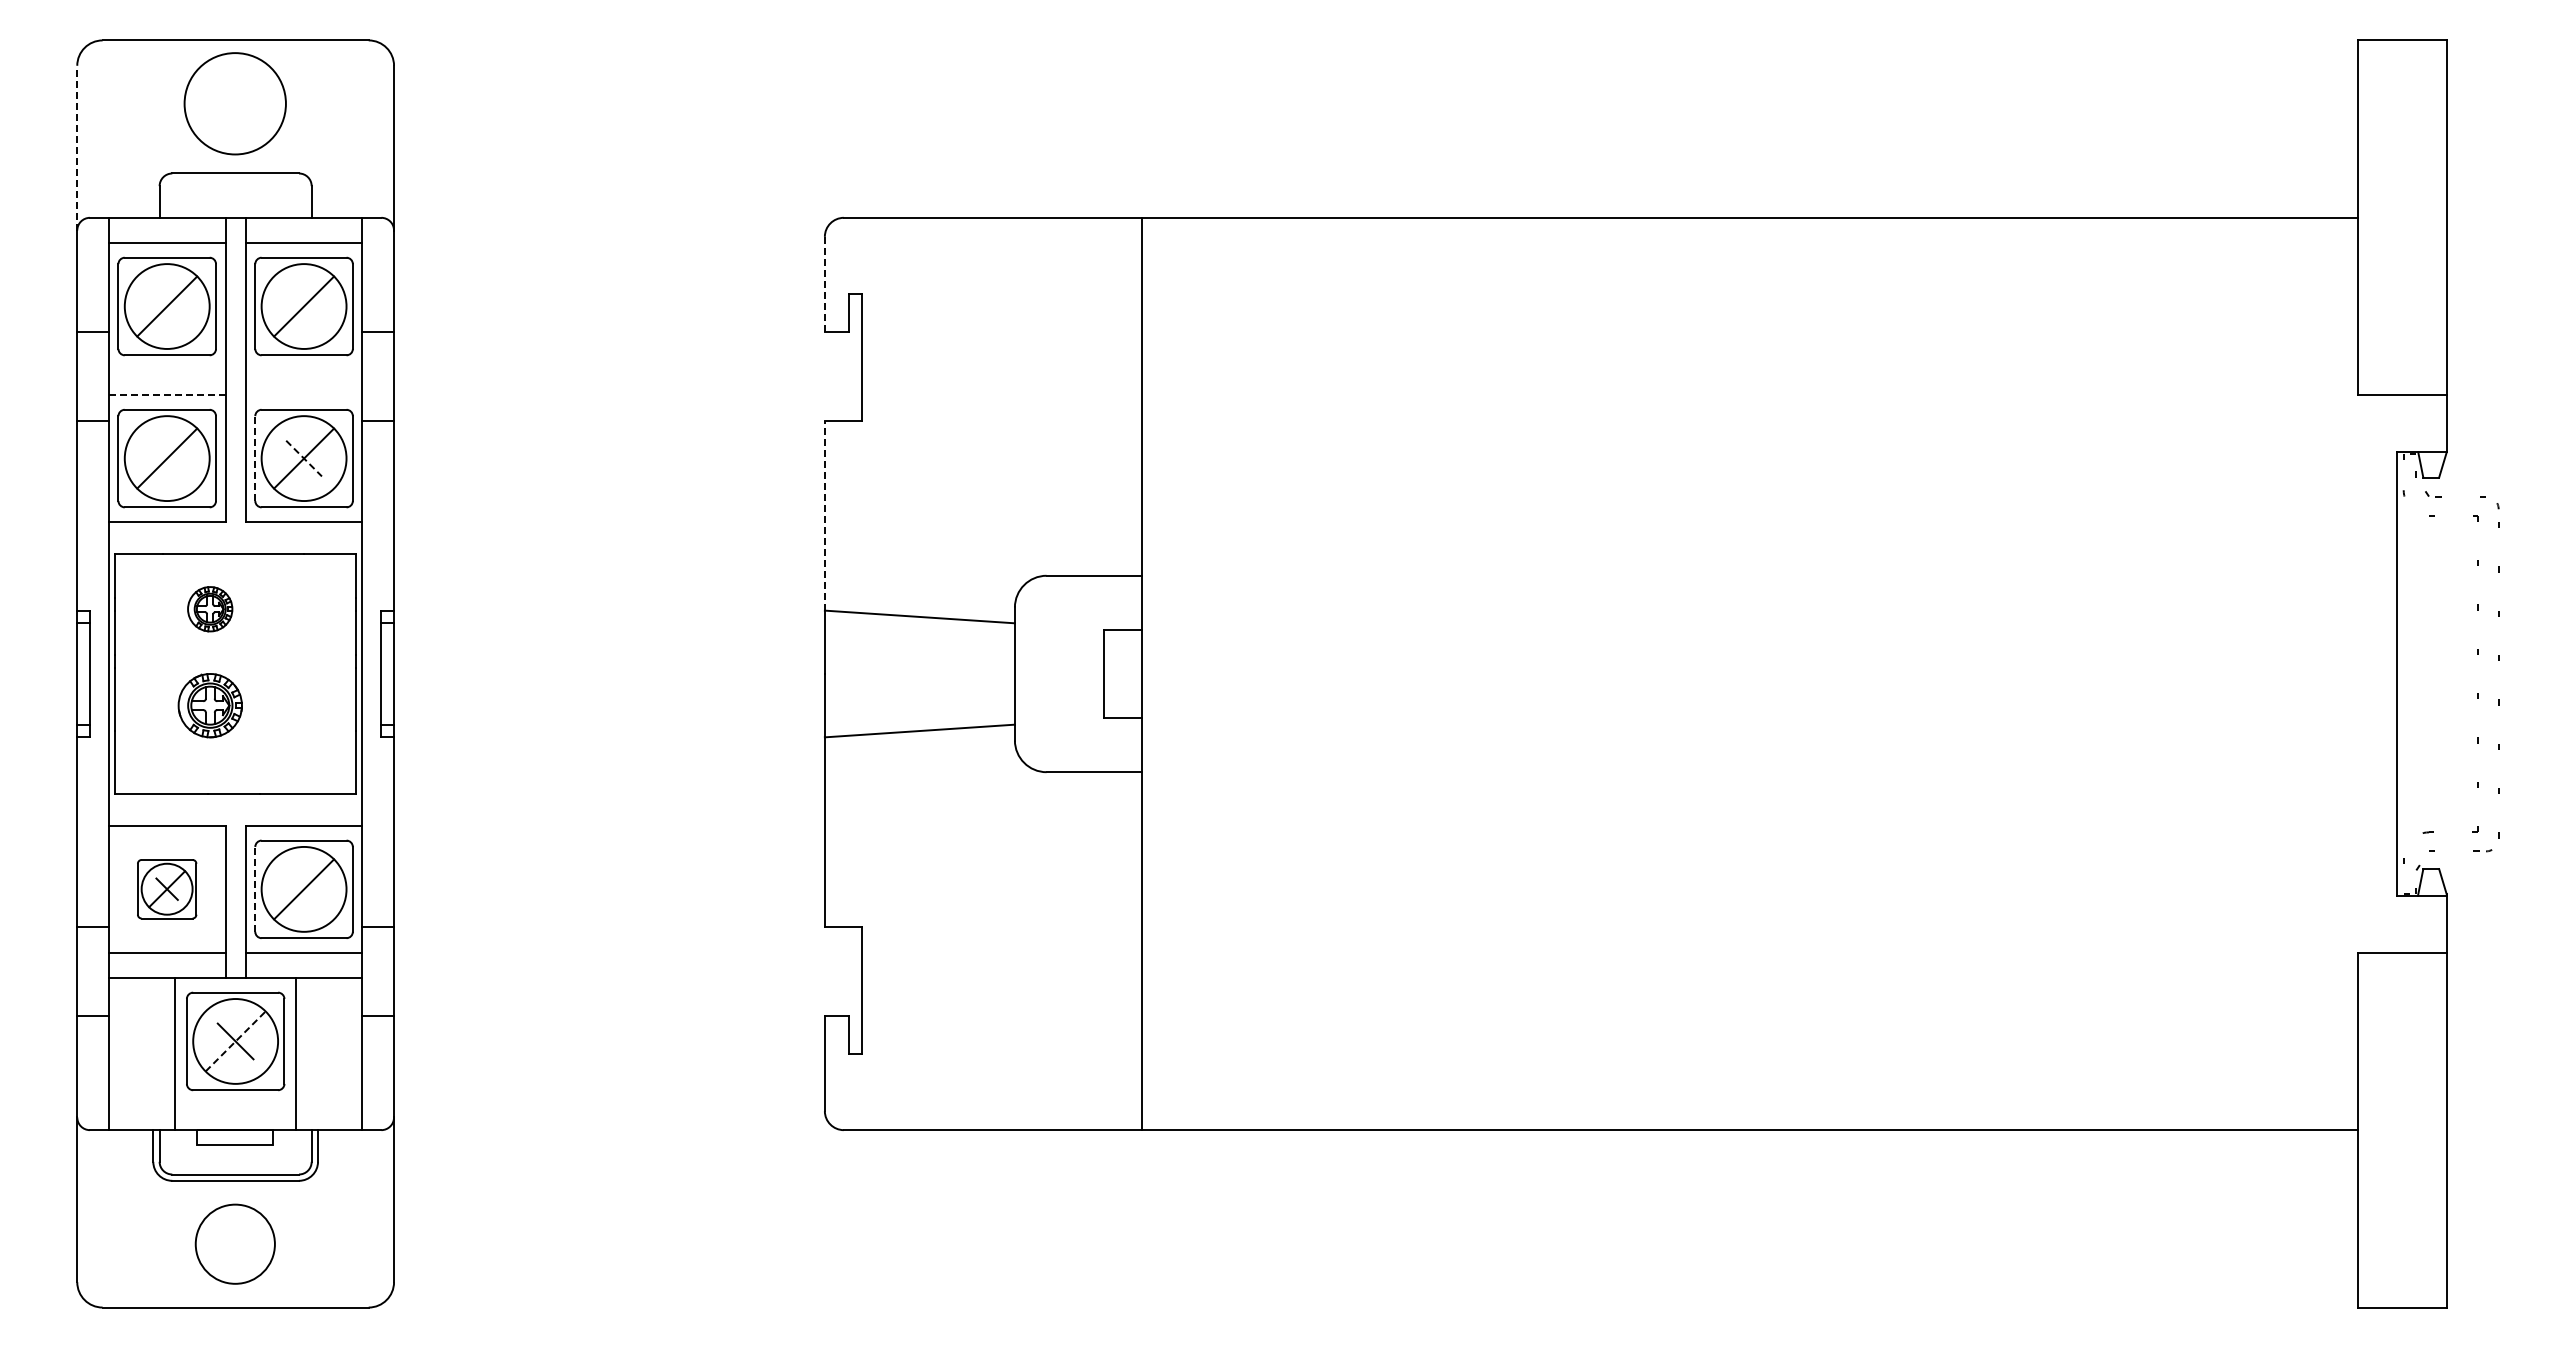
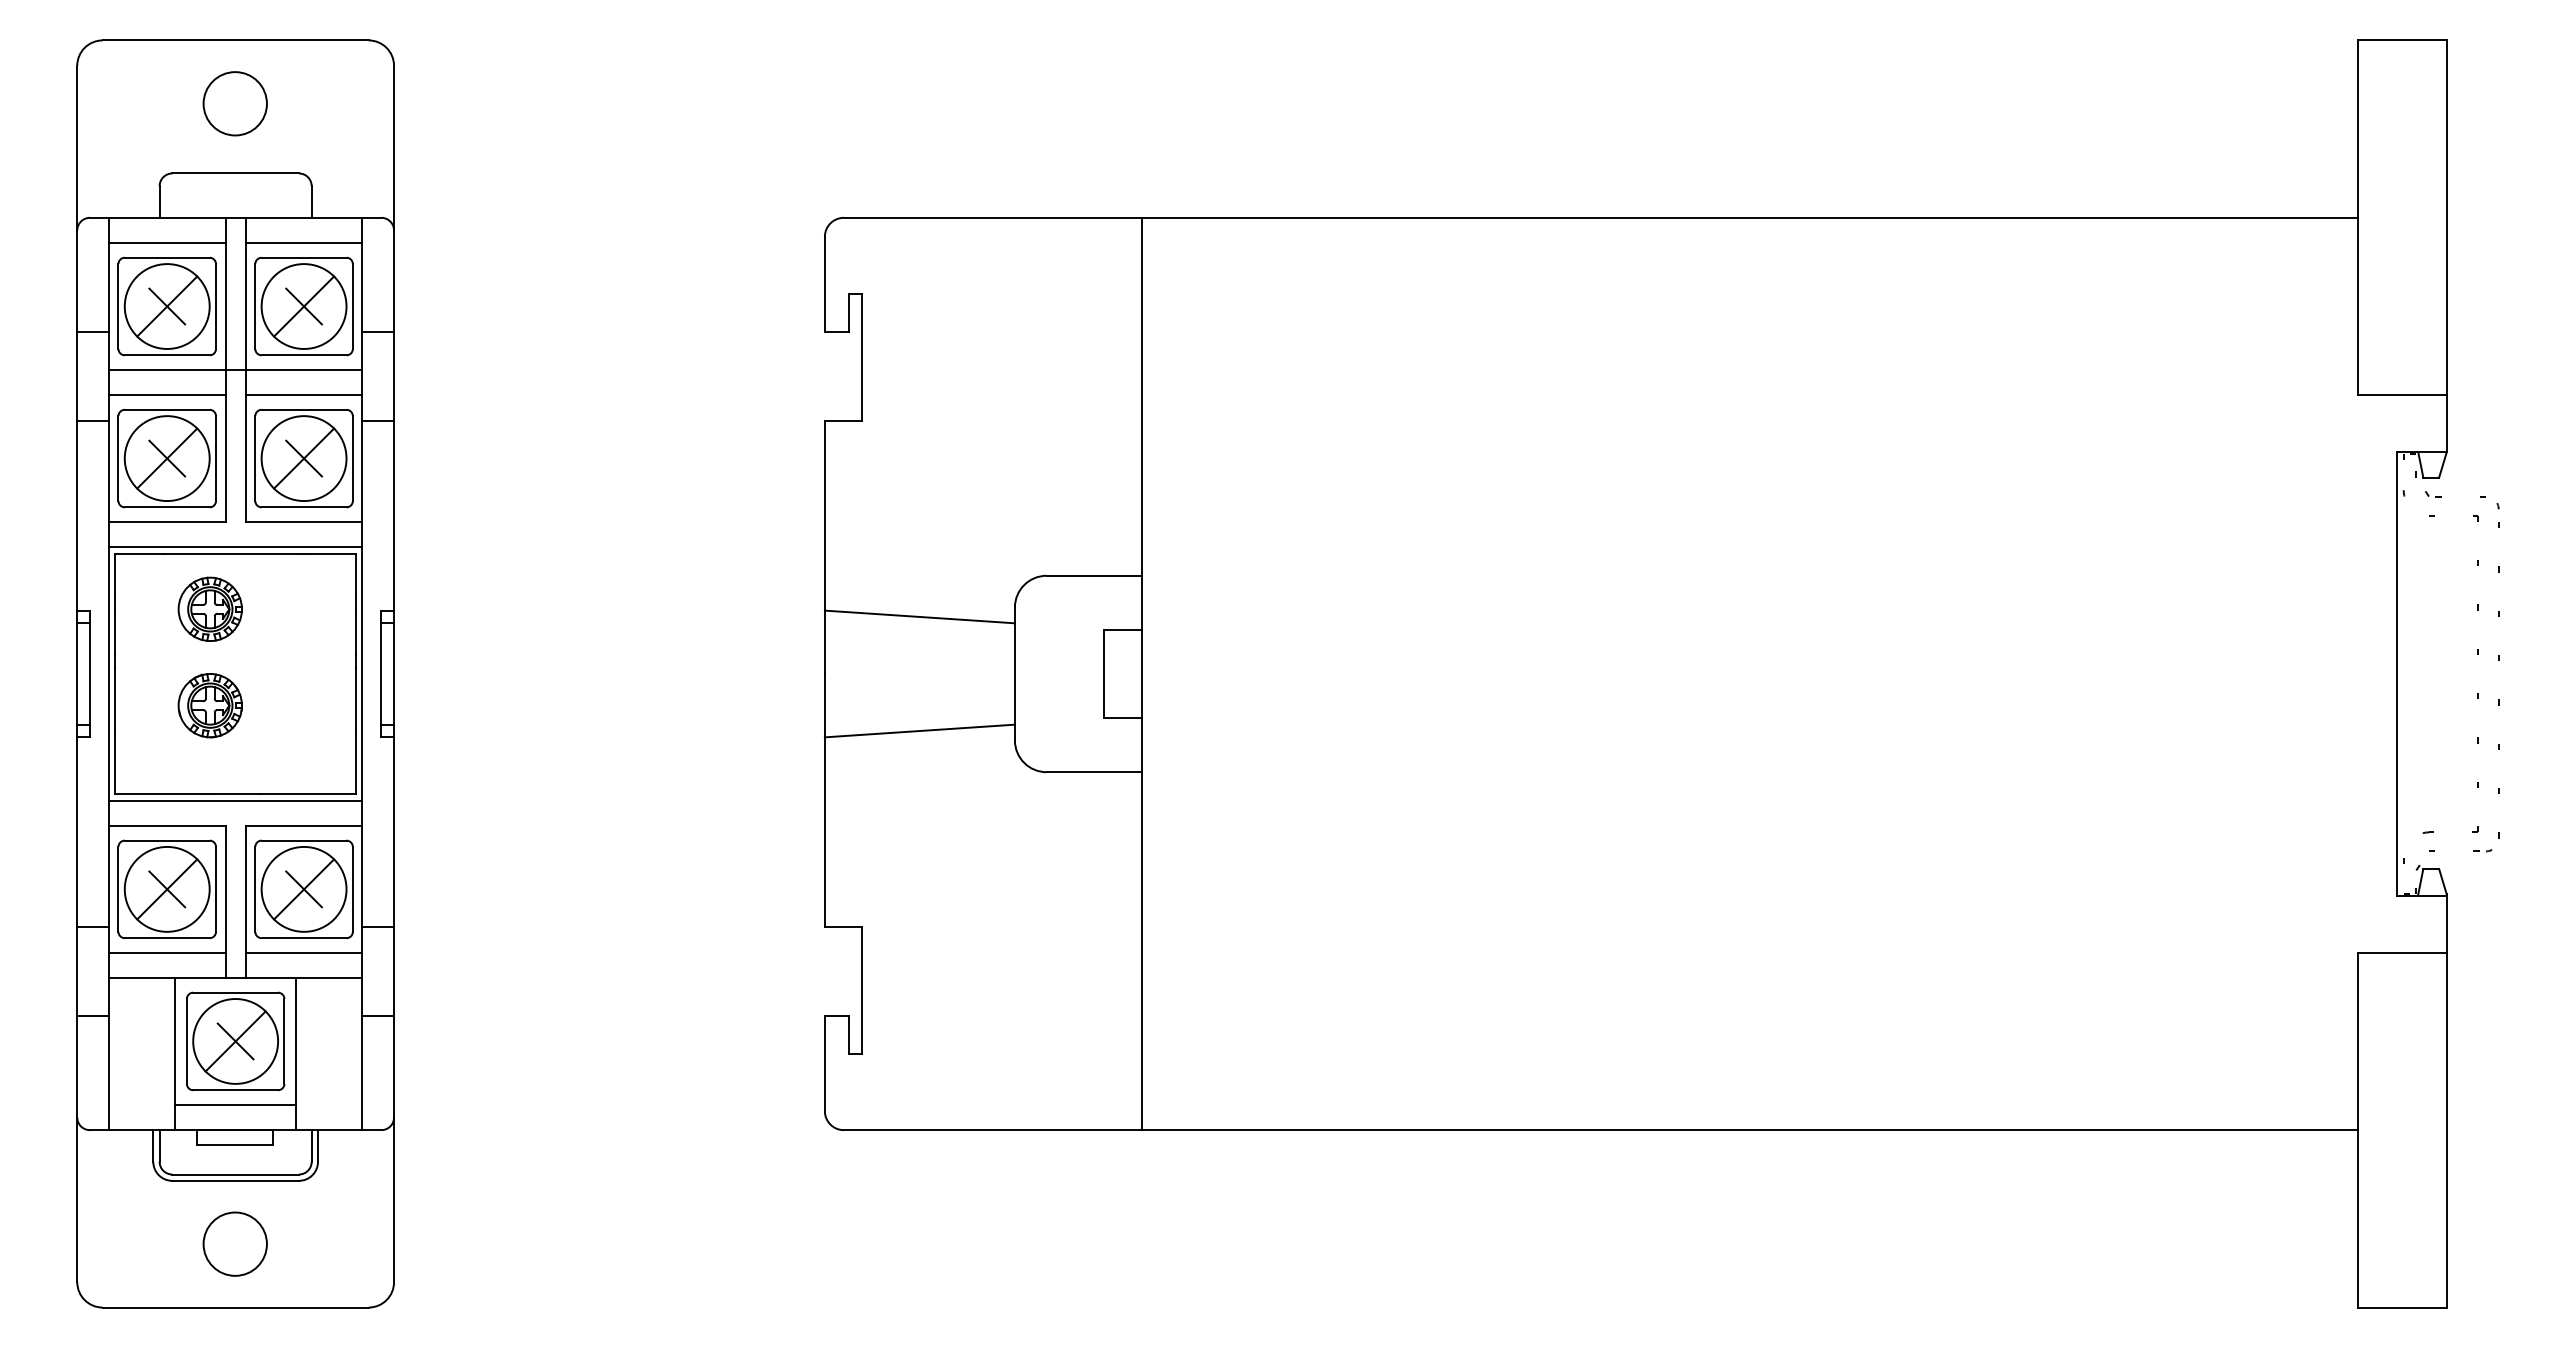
circle at (234, 103) diameter: 101 px -> 63 px
line at (77, 147): dashed -> solid
line at (824, 284): dashed -> solid
line at (167, 306): none -> present
line at (303, 306): none -> present
line at (235, 369): none -> present
line at (167, 395): dashed -> solid
line at (303, 395): none -> present
line at (167, 458): none -> present
line at (255, 458): dashed -> solid
line at (304, 458): dashed -> solid
line at (824, 515): dashed -> solid
line at (235, 547): none -> present
part at (210, 609) size: 47x47 px -> 66x66 px
line at (235, 800): none -> present
line at (255, 888): dashed -> solid
part at (167, 889) size: 61x61 px -> 100x100 px
line at (303, 889): none -> present
line at (236, 1041): dashed -> solid
line at (235, 1104): none -> present
circle at (234, 1243) size: 82x82 px -> 66x66 px
